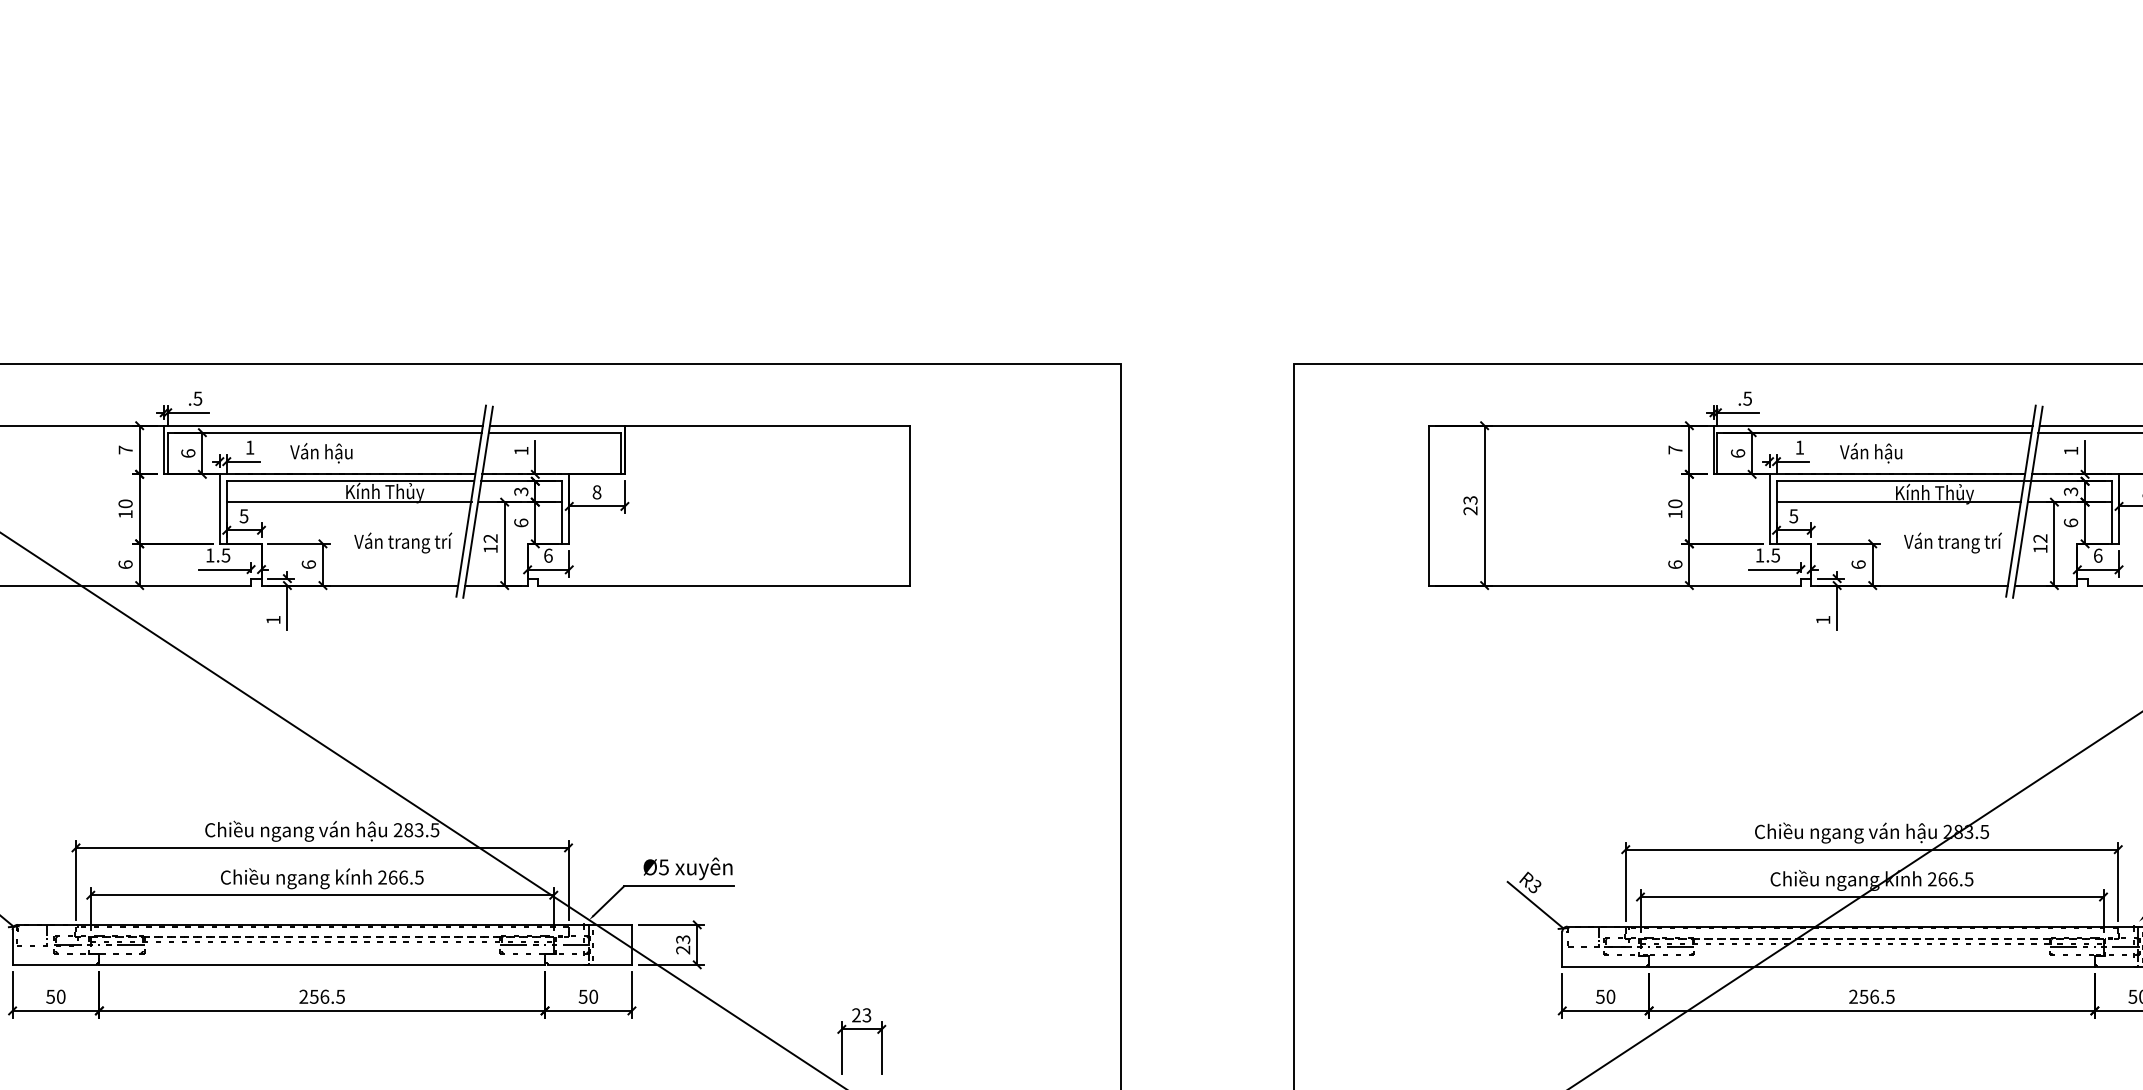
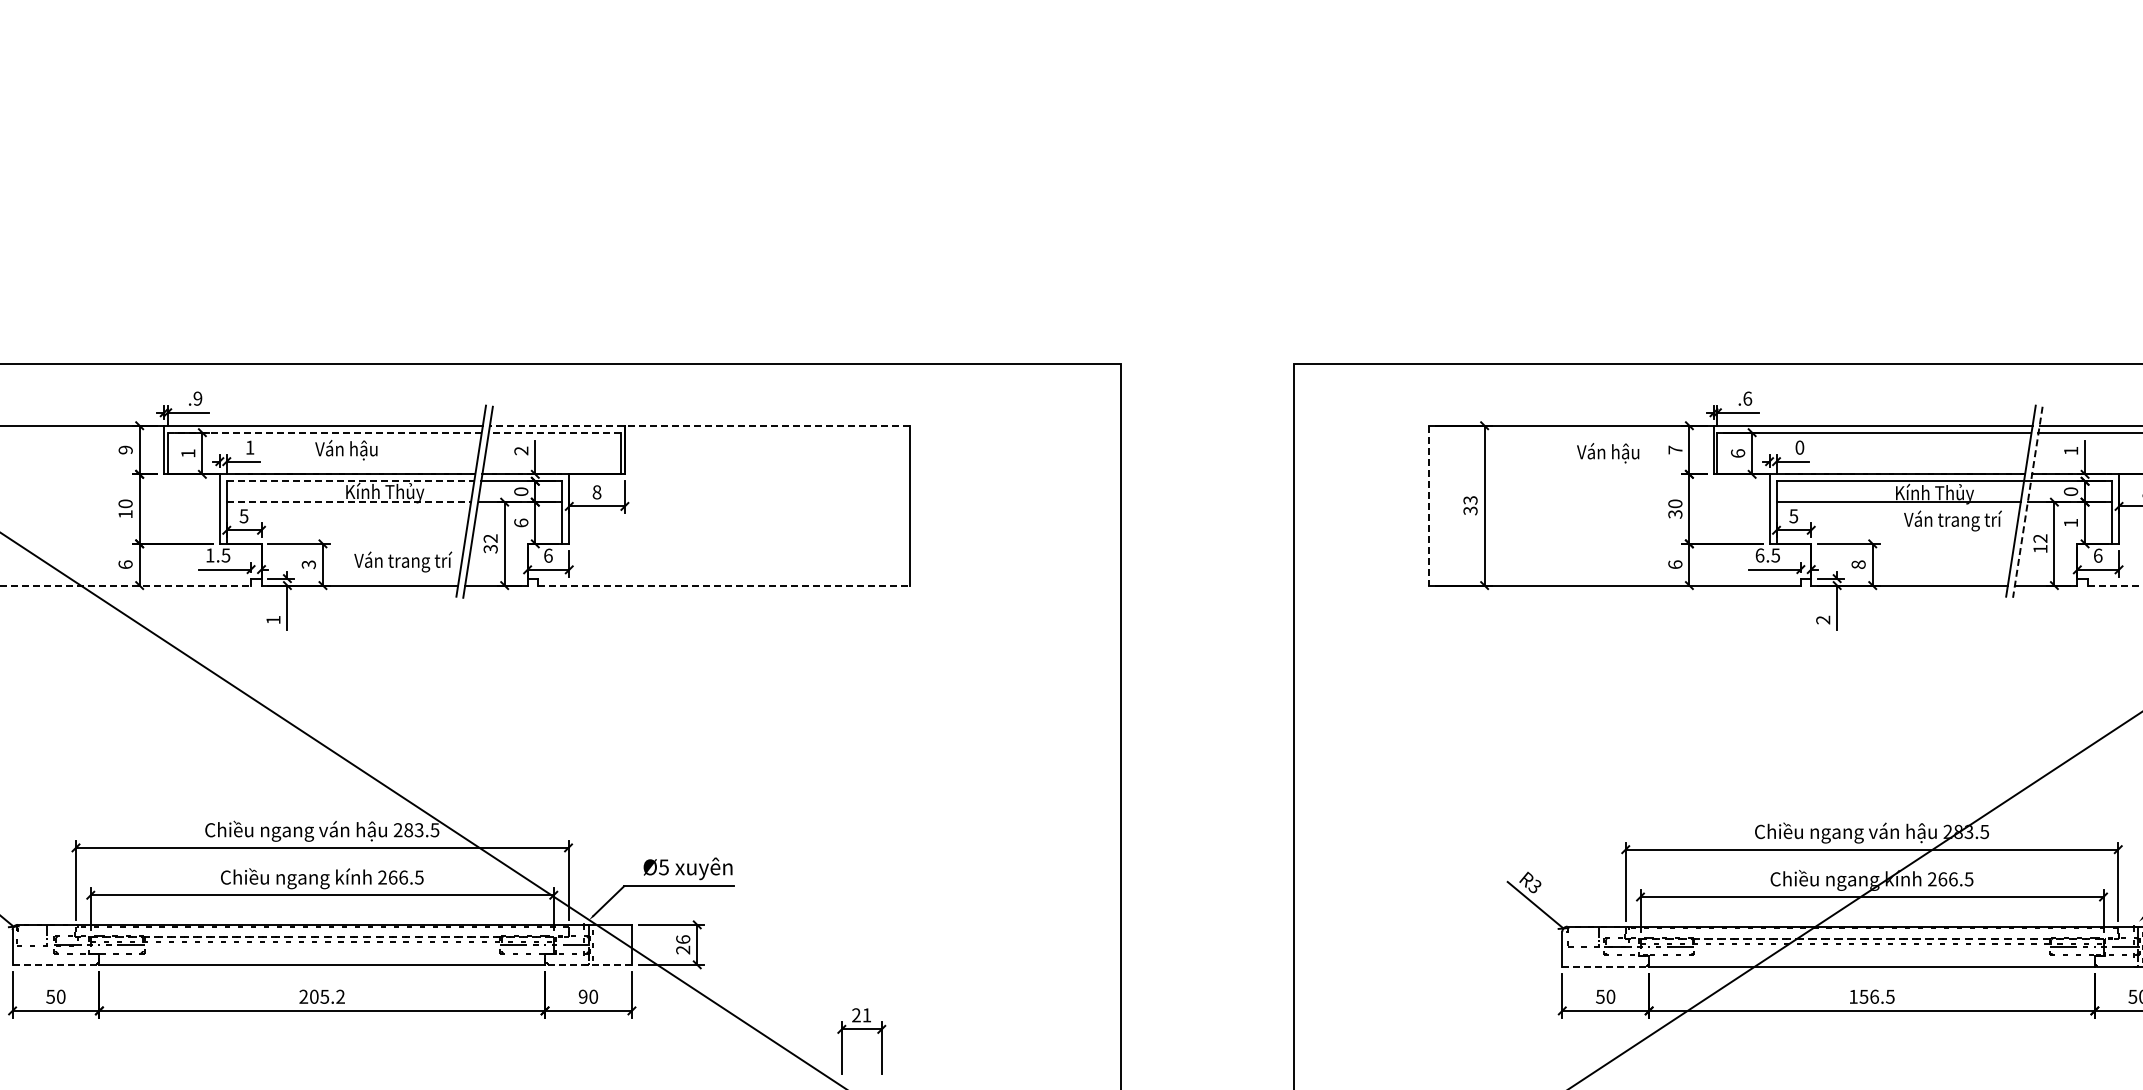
text at (197, 398): .5 -> .9
text at (1747, 398): .5 -> .6
line at (699, 425): solid -> dashed
line at (324, 432): solid -> dashed
line at (554, 432): solid -> dashed
text at (1799, 447): 1 -> 0
text at (125, 449): 7 -> 9
text at (521, 450): 1 -> 2
text at (188, 453): 6 -> 1
text at (321, 453) position: (321, 453) -> (346, 450)
text at (1871, 453) position: (1871, 453) -> (1608, 453)
line at (350, 481): solid -> dashed
text at (521, 491): 3 -> 0
text at (2071, 491): 3 -> 0
line at (349, 502): solid -> dashed
line at (2027, 502): solid -> dashed
line at (1429, 505): solid -> dashed
text at (1470, 510): 23 -> 33
text at (1675, 514): 10 -> 30
text at (2070, 522): 6 -> 1
text at (403, 542) position: (403, 542) -> (403, 561)
text at (1952, 542) position: (1952, 542) -> (1952, 520)
text at (490, 549): 12 -> 32
text at (1759, 555): 1.5 -> 6.5
text at (308, 564): 6 -> 3
text at (1858, 564): 6 -> 8
line at (126, 585): solid -> dashed
line at (723, 585): solid -> dashed
line at (2115, 585): solid -> dashed
text at (1823, 619): 1 -> 2
text at (683, 939): 23 -> 26
line at (55, 964): solid -> dashed
line at (590, 964): solid -> dashed
line at (1604, 966): solid -> dashed
text at (326, 996): 256.5 -> 205.2
text at (582, 996): 50 -> 90
text at (1853, 996): 256.5 -> 156.5
text at (866, 1015): 23 -> 21
